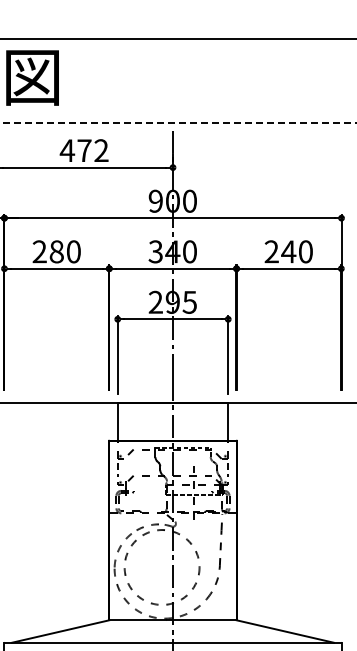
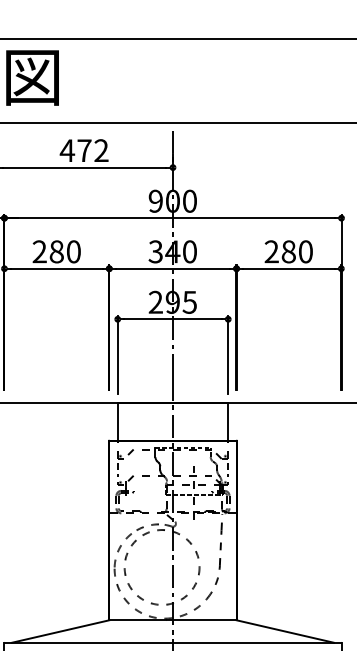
line at (178, 123): dashed -> solid
text at (288, 251): 240 -> 280
